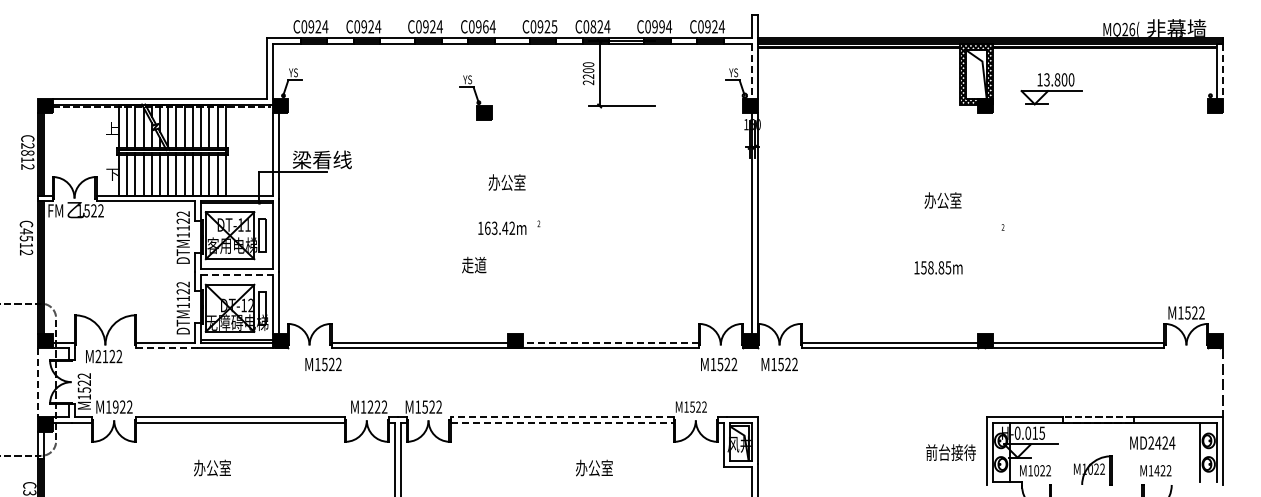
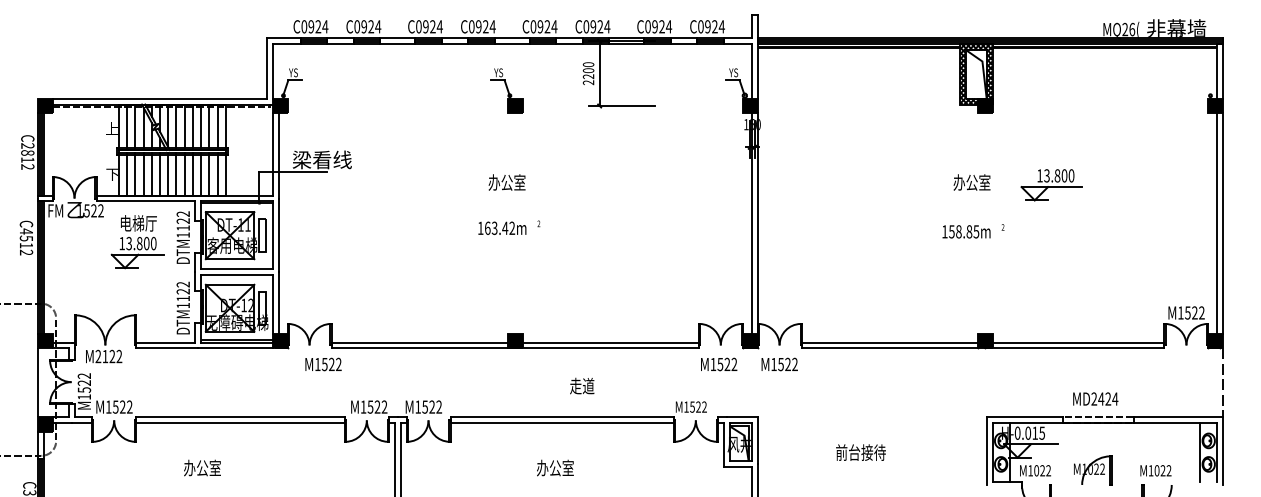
text at (485, 26): C0964 -> C0924
text at (554, 26): C0925 -> C0924
text at (593, 26): C0824 -> C0924
text at (661, 26): C0994 -> C0924
line at (751, 72): dashed -> solid
line at (1223, 72): dashed -> solid
part at (1051, 89) position: (1051, 89) -> (1051, 185)
part at (475, 97) position: (475, 97) -> (506, 90)
text at (942, 200) position: (942, 200) -> (971, 182)
line at (1217, 223): none -> present
line at (1223, 223): none -> present
part at (137, 242): none -> present
text at (474, 264) position: (474, 264) -> (582, 385)
text at (938, 267) position: (938, 267) -> (966, 231)
line at (236, 274): dashed -> solid
line at (610, 342): dashed -> solid
line at (167, 348): dashed -> solid
line at (37, 382): dashed -> solid
text at (115, 406): M1922 -> M1522
text at (370, 406): M1222 -> M1522
line at (562, 417): dashed -> solid
line at (562, 423): dashed -> solid
text at (1152, 442) position: (1152, 442) -> (1095, 398)
text at (950, 452) position: (950, 452) -> (860, 452)
text at (212, 467) position: (212, 467) -> (202, 467)
text at (594, 467) position: (594, 467) -> (555, 467)
text at (1156, 470): M1422 -> M1022
